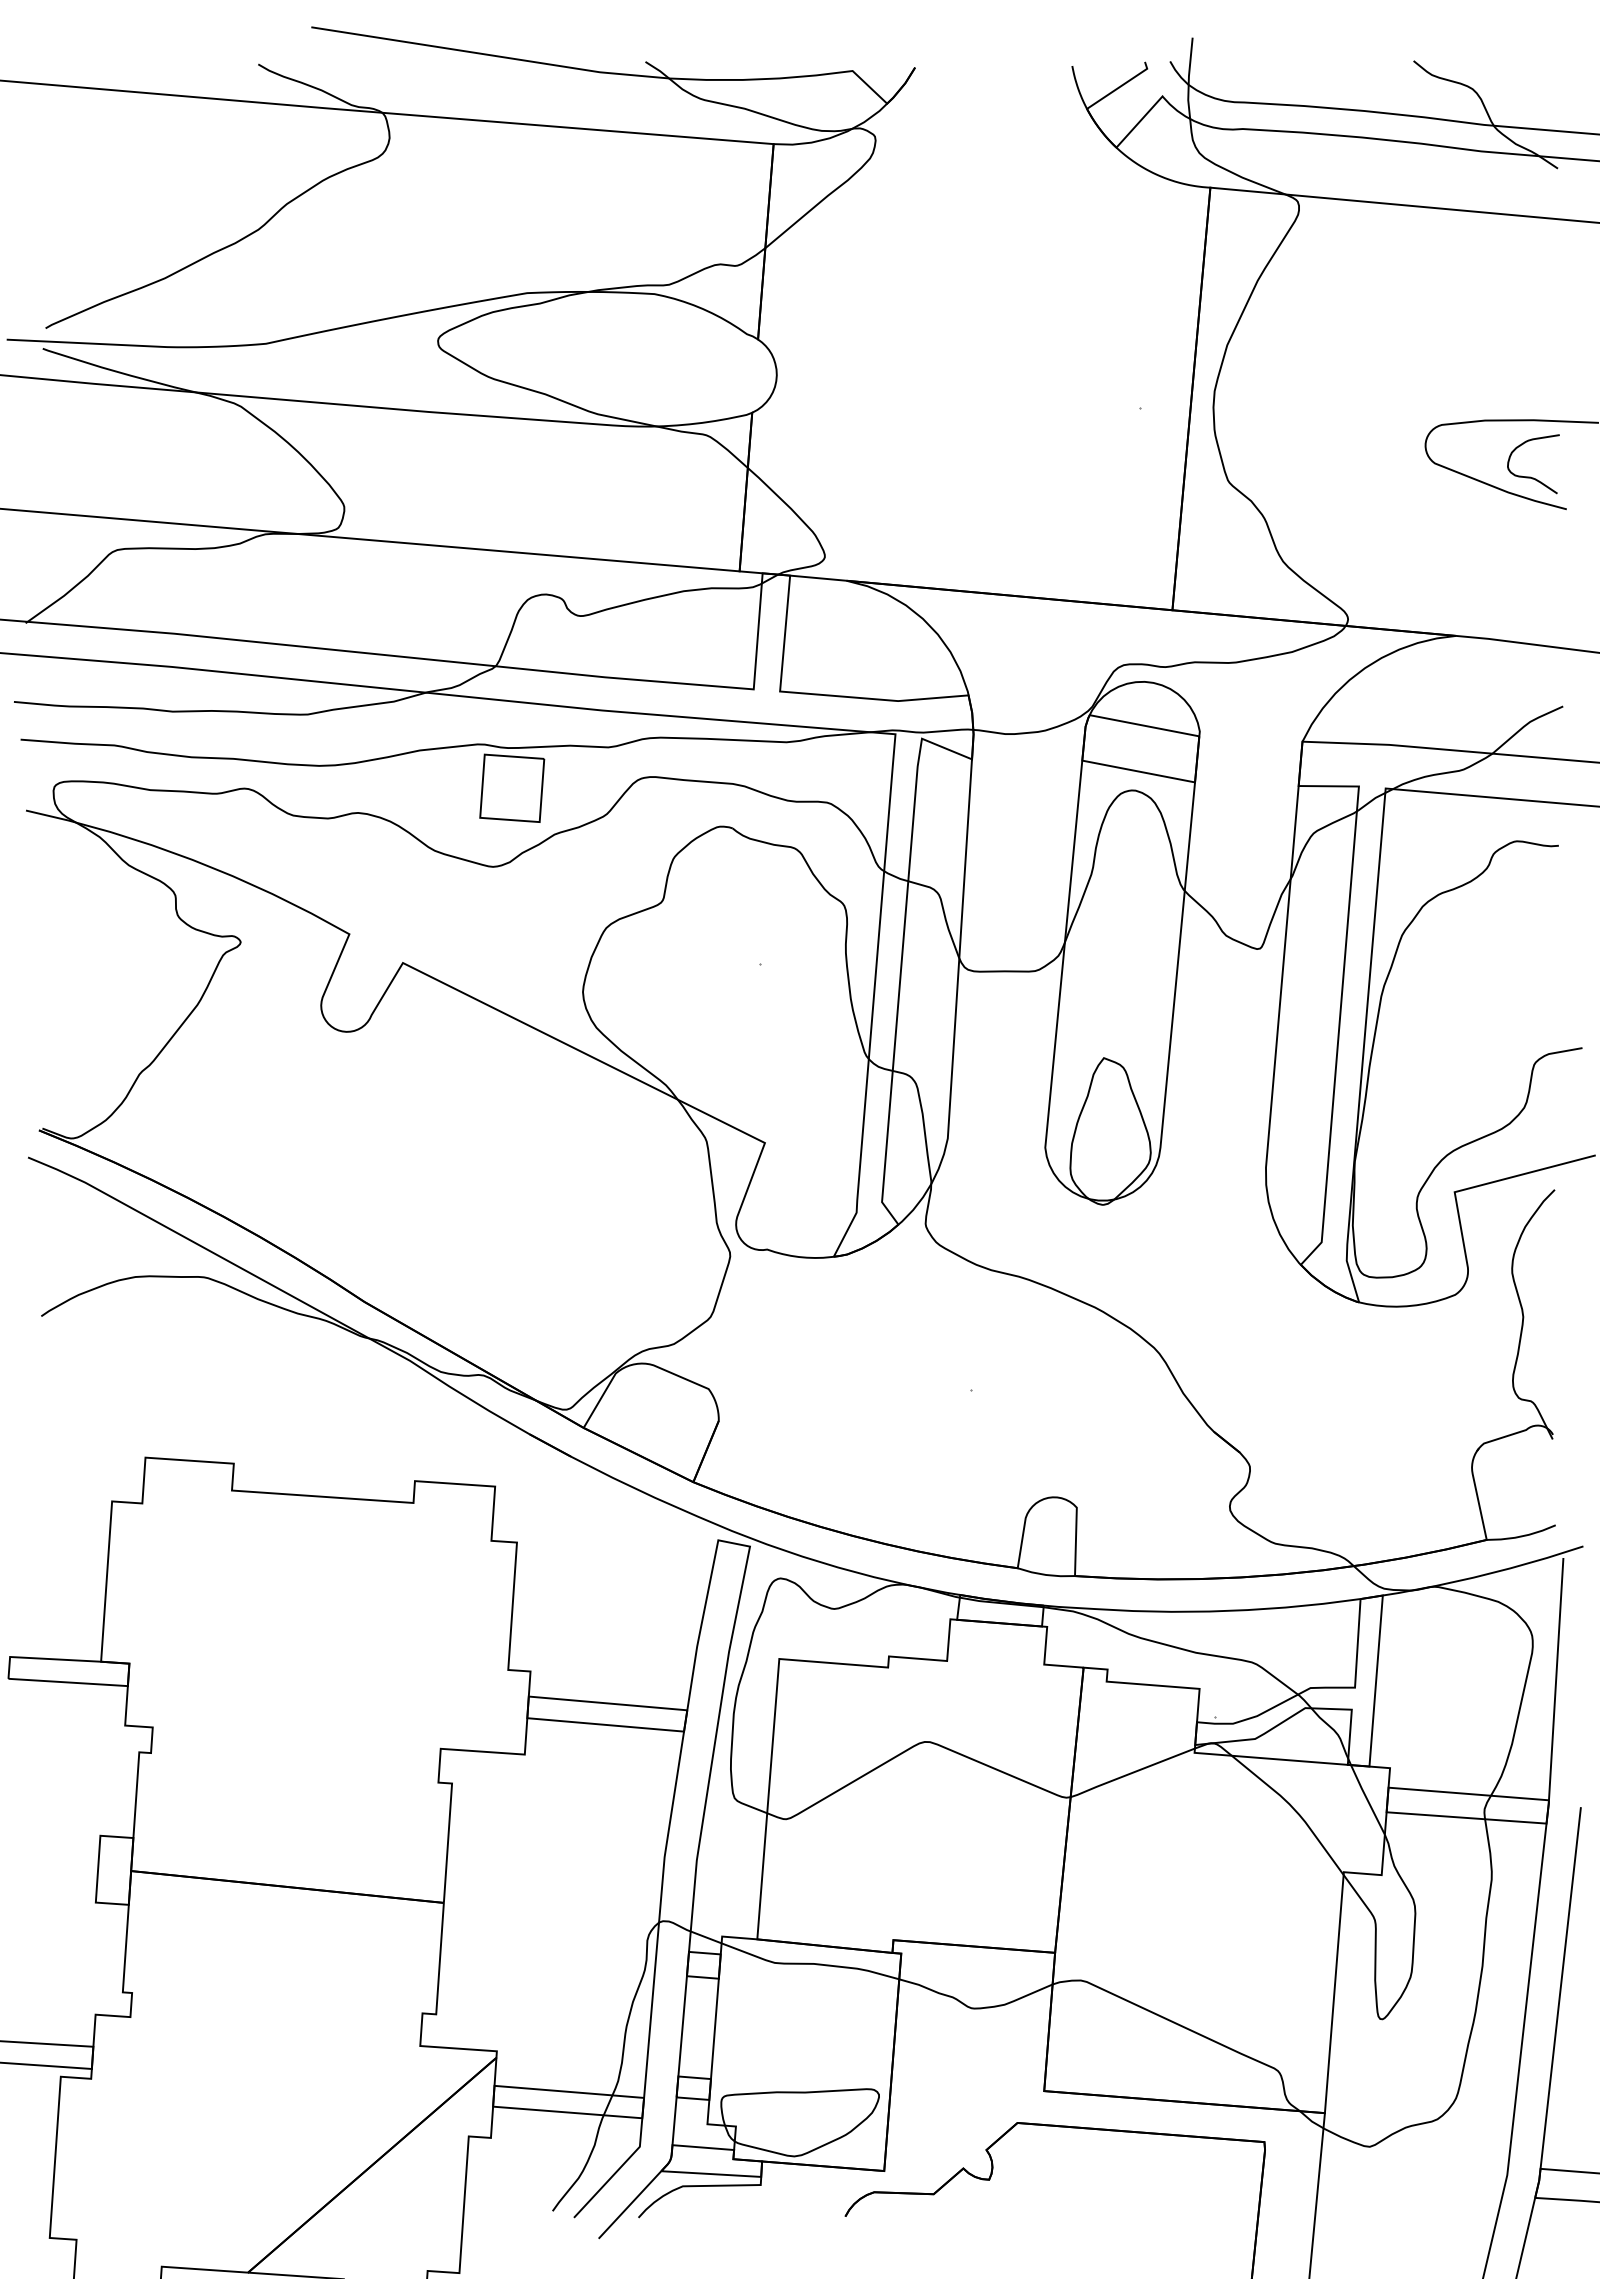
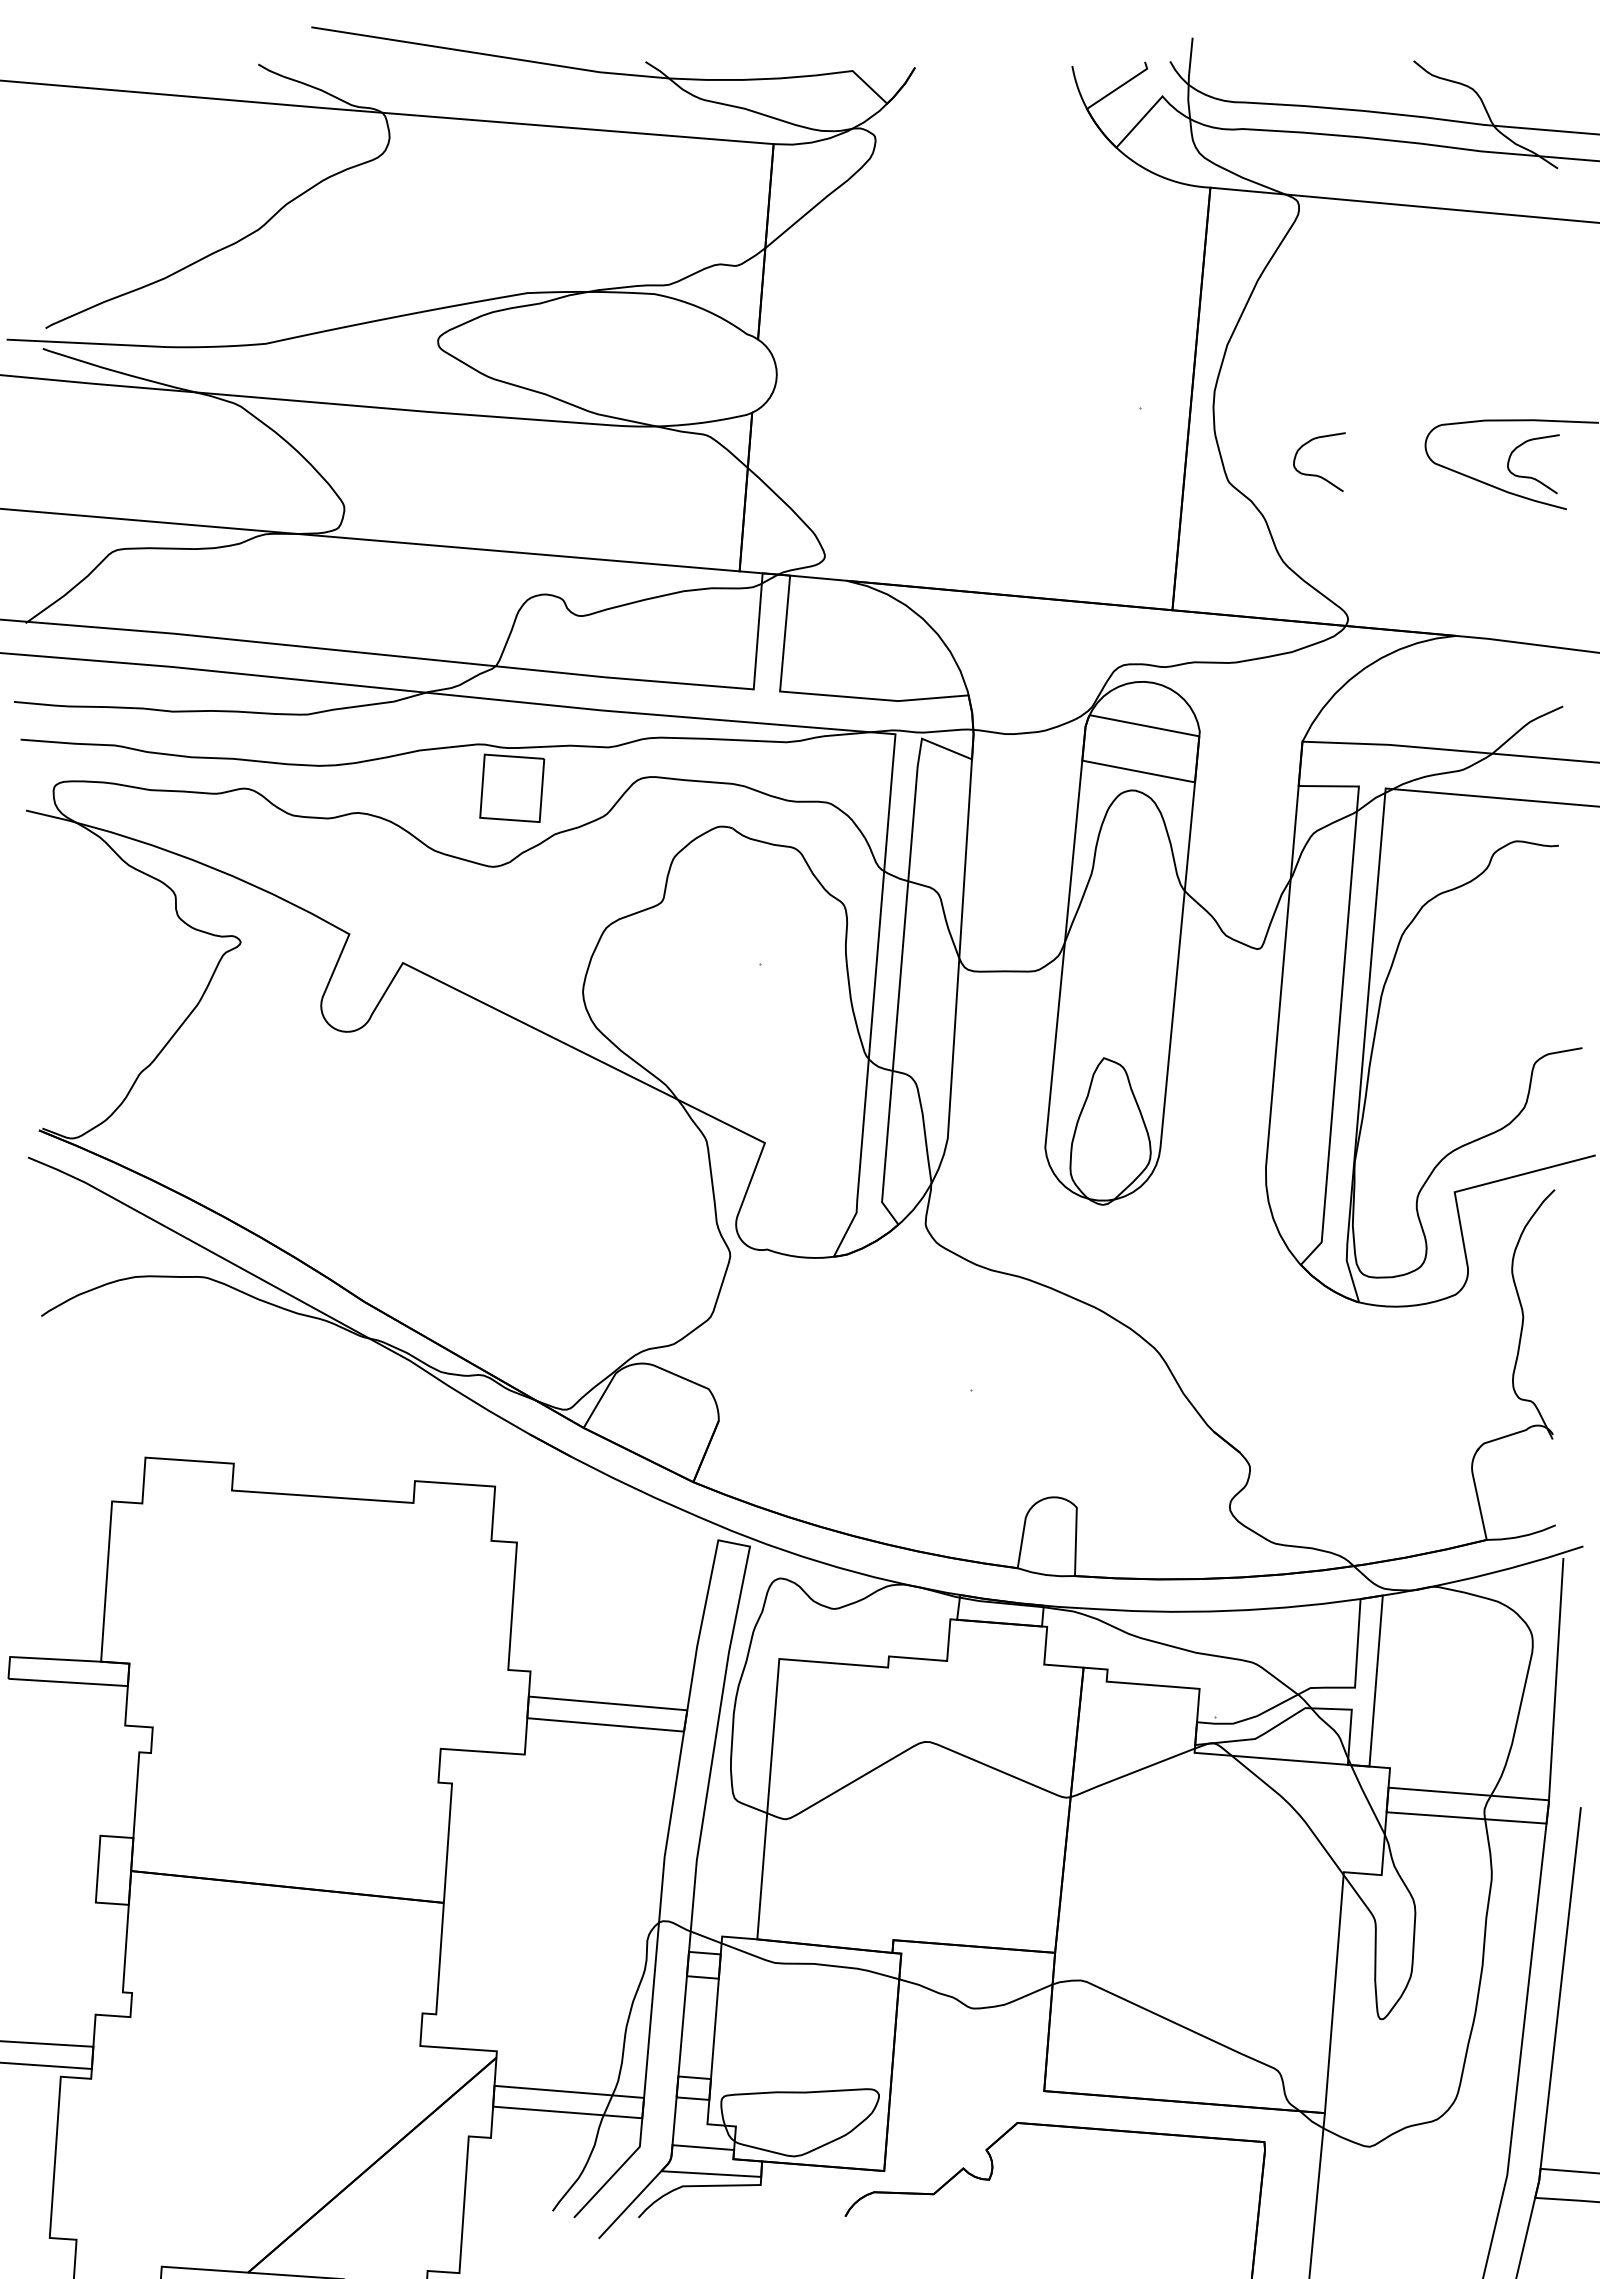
curve at (1316, 474): none -> present
